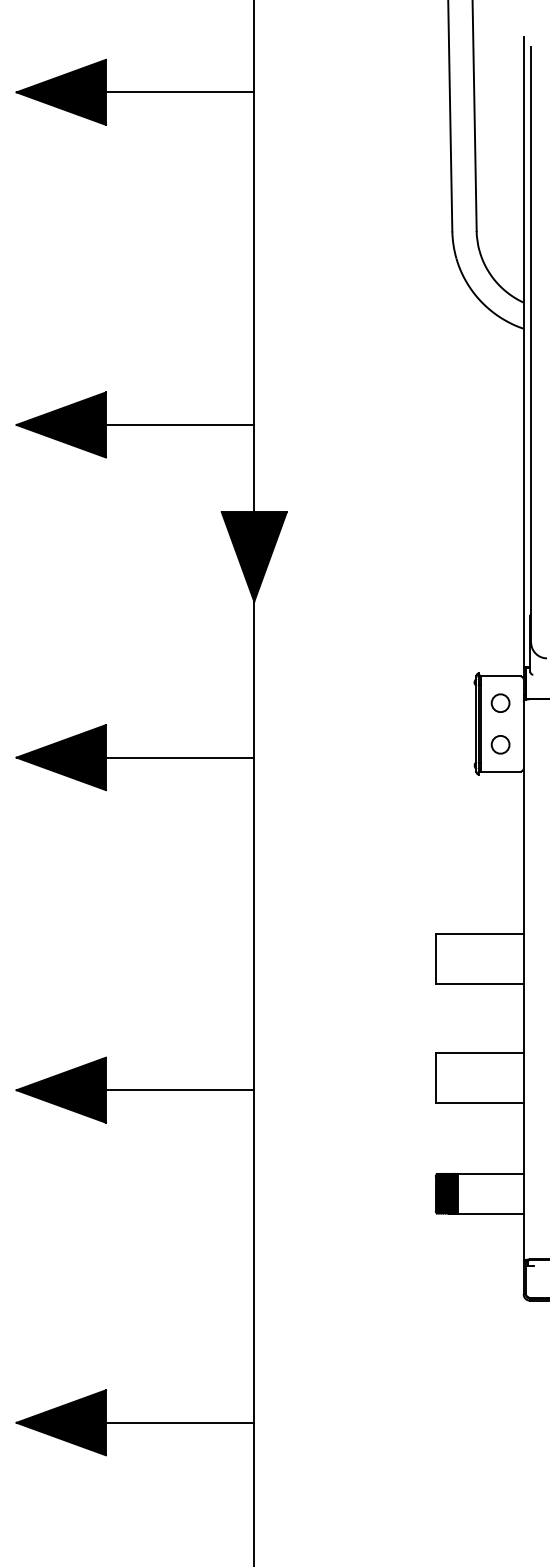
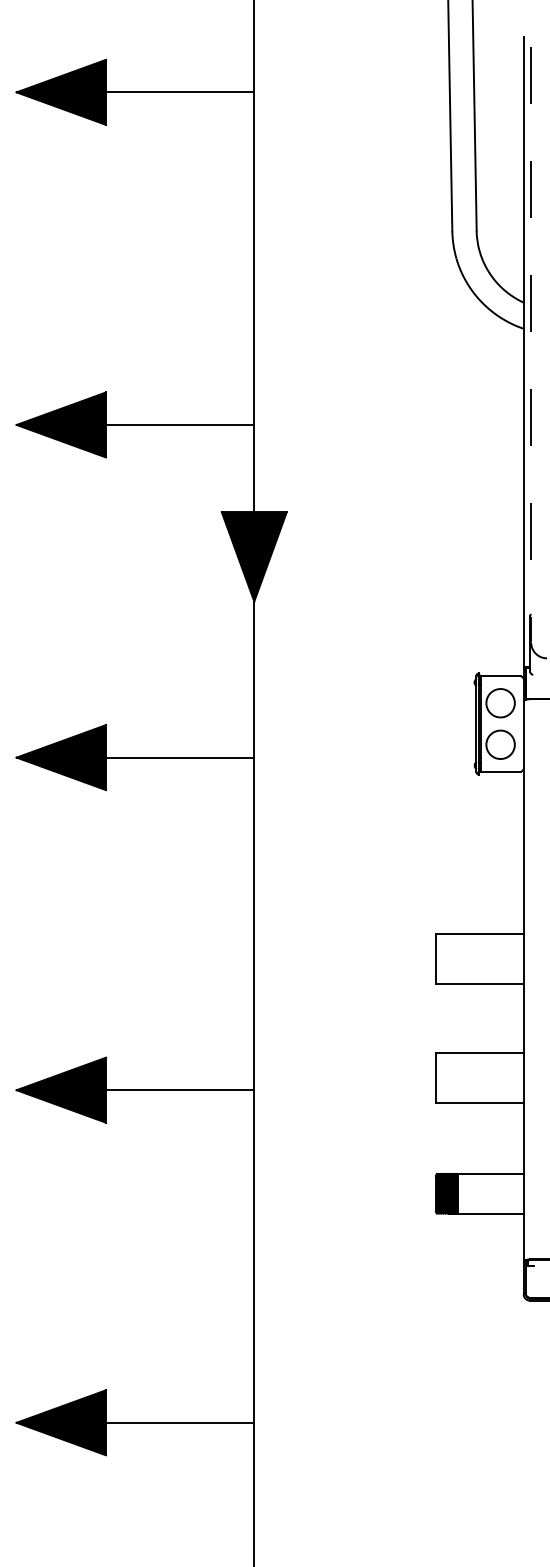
line at (531, 344): solid -> dashed
circle at (500, 703) diameter: 18 px -> 28 px
circle at (500, 744) diameter: 18 px -> 28 px
